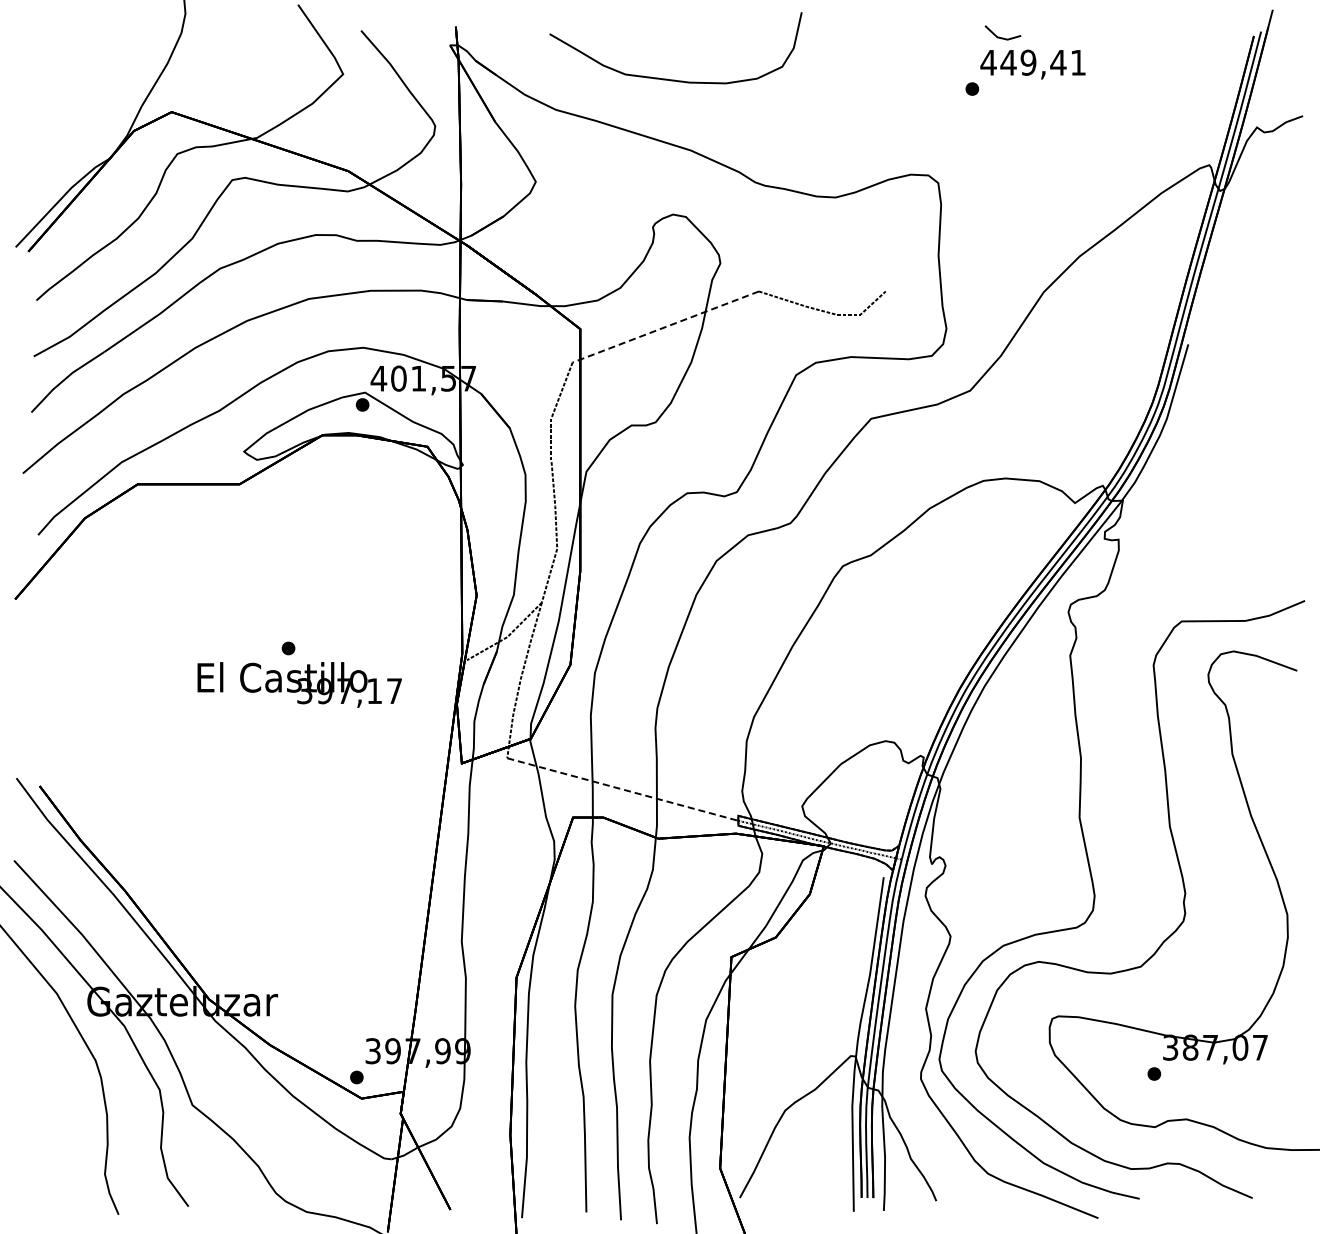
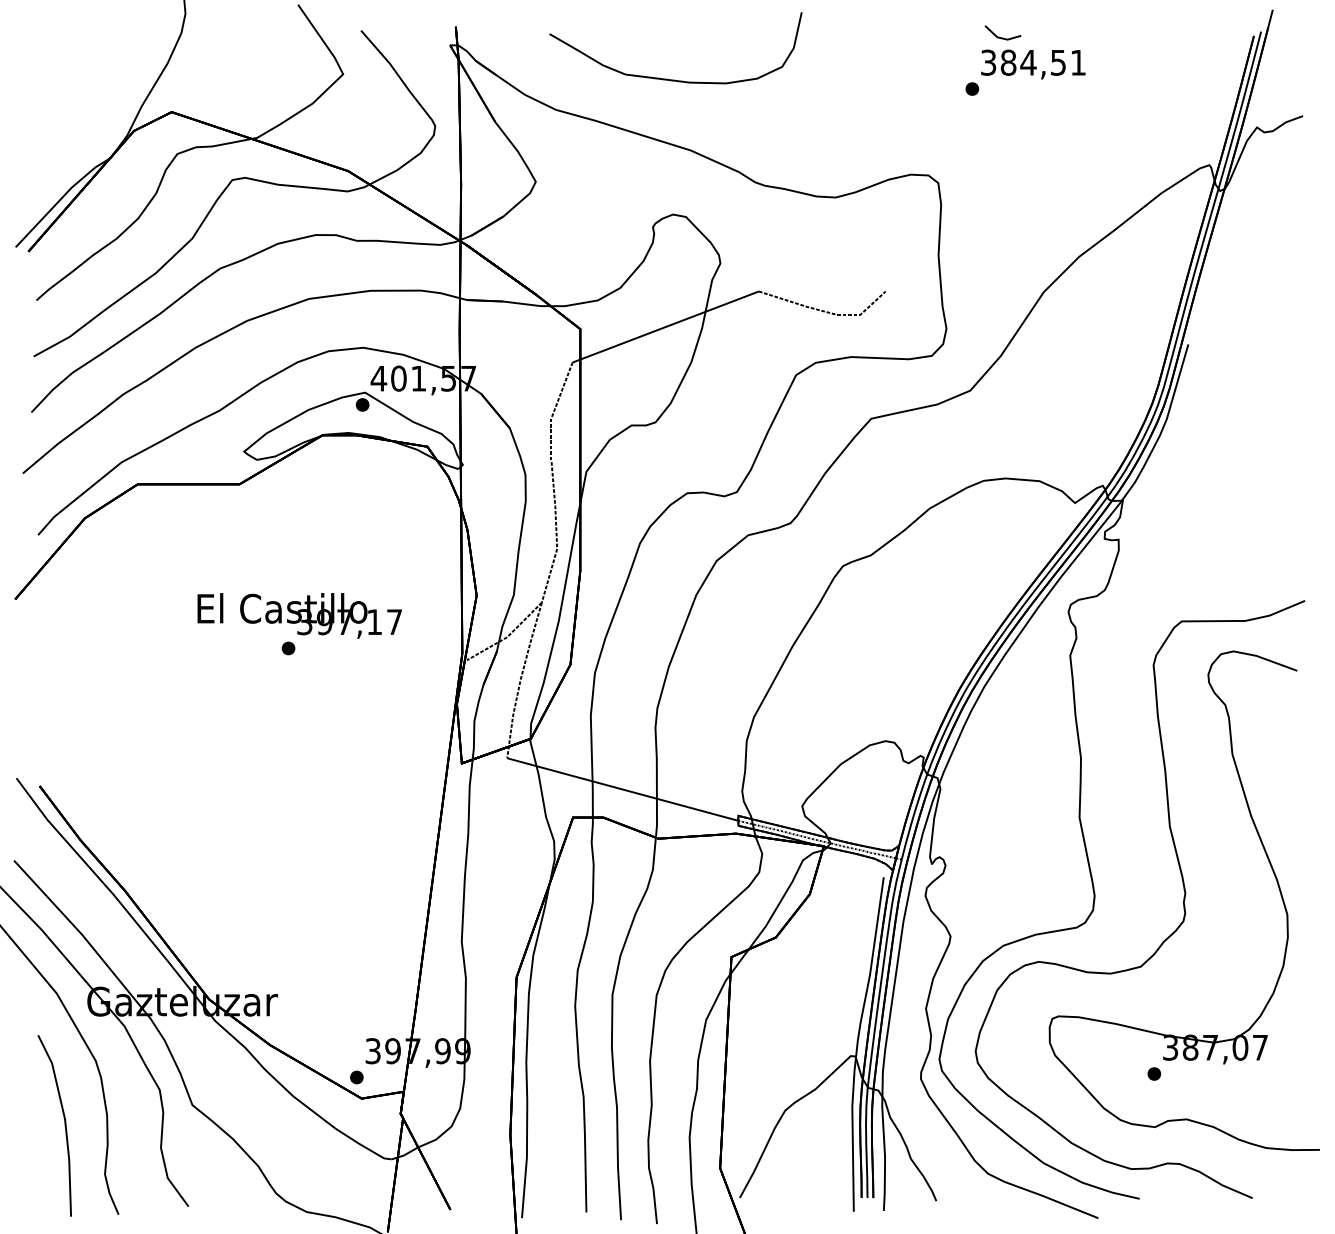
text at (1023, 62): 449,41 -> 384,51
line at (665, 327): dashed -> solid
text at (299, 684) position: (299, 684) -> (299, 615)
line at (622, 789): dashed -> solid
line at (64, 1125): none -> present
